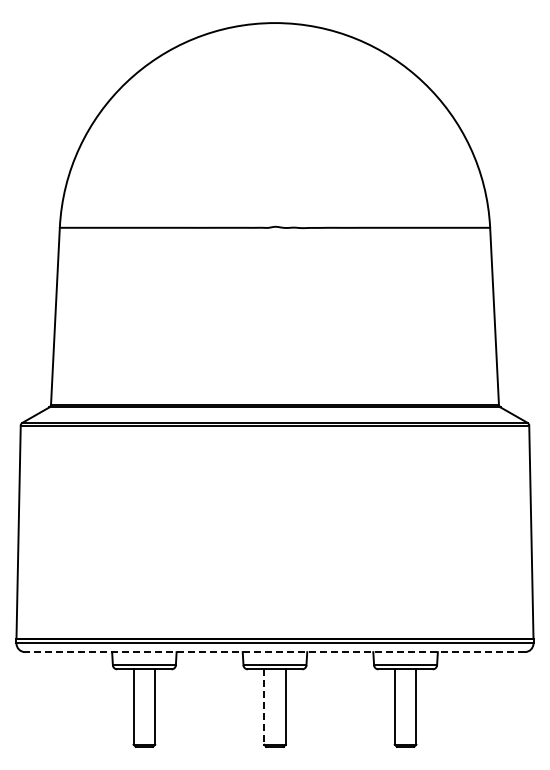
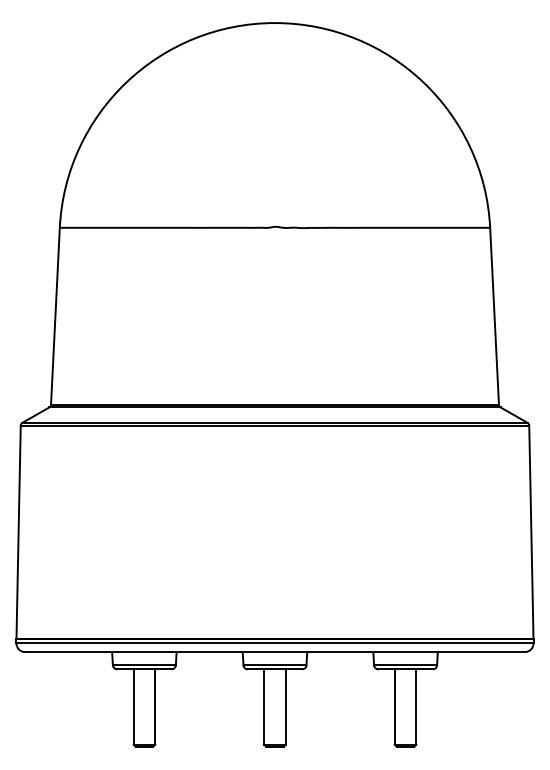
line at (275, 652): dashed -> solid
line at (264, 707): dashed -> solid
